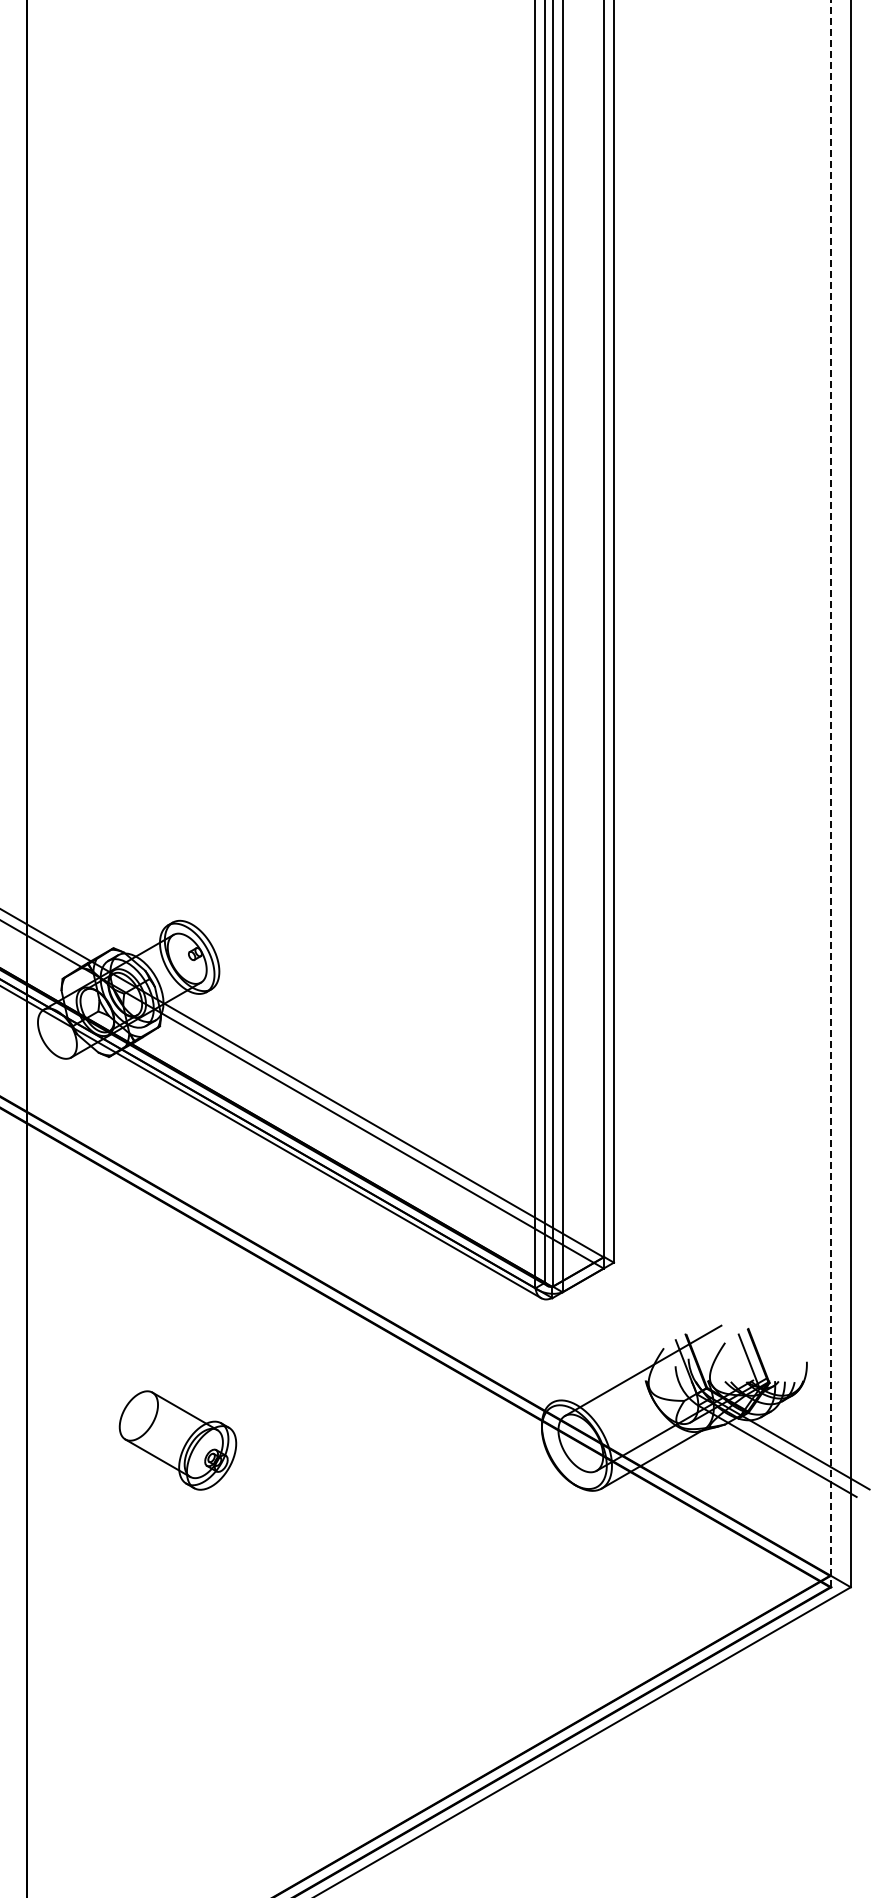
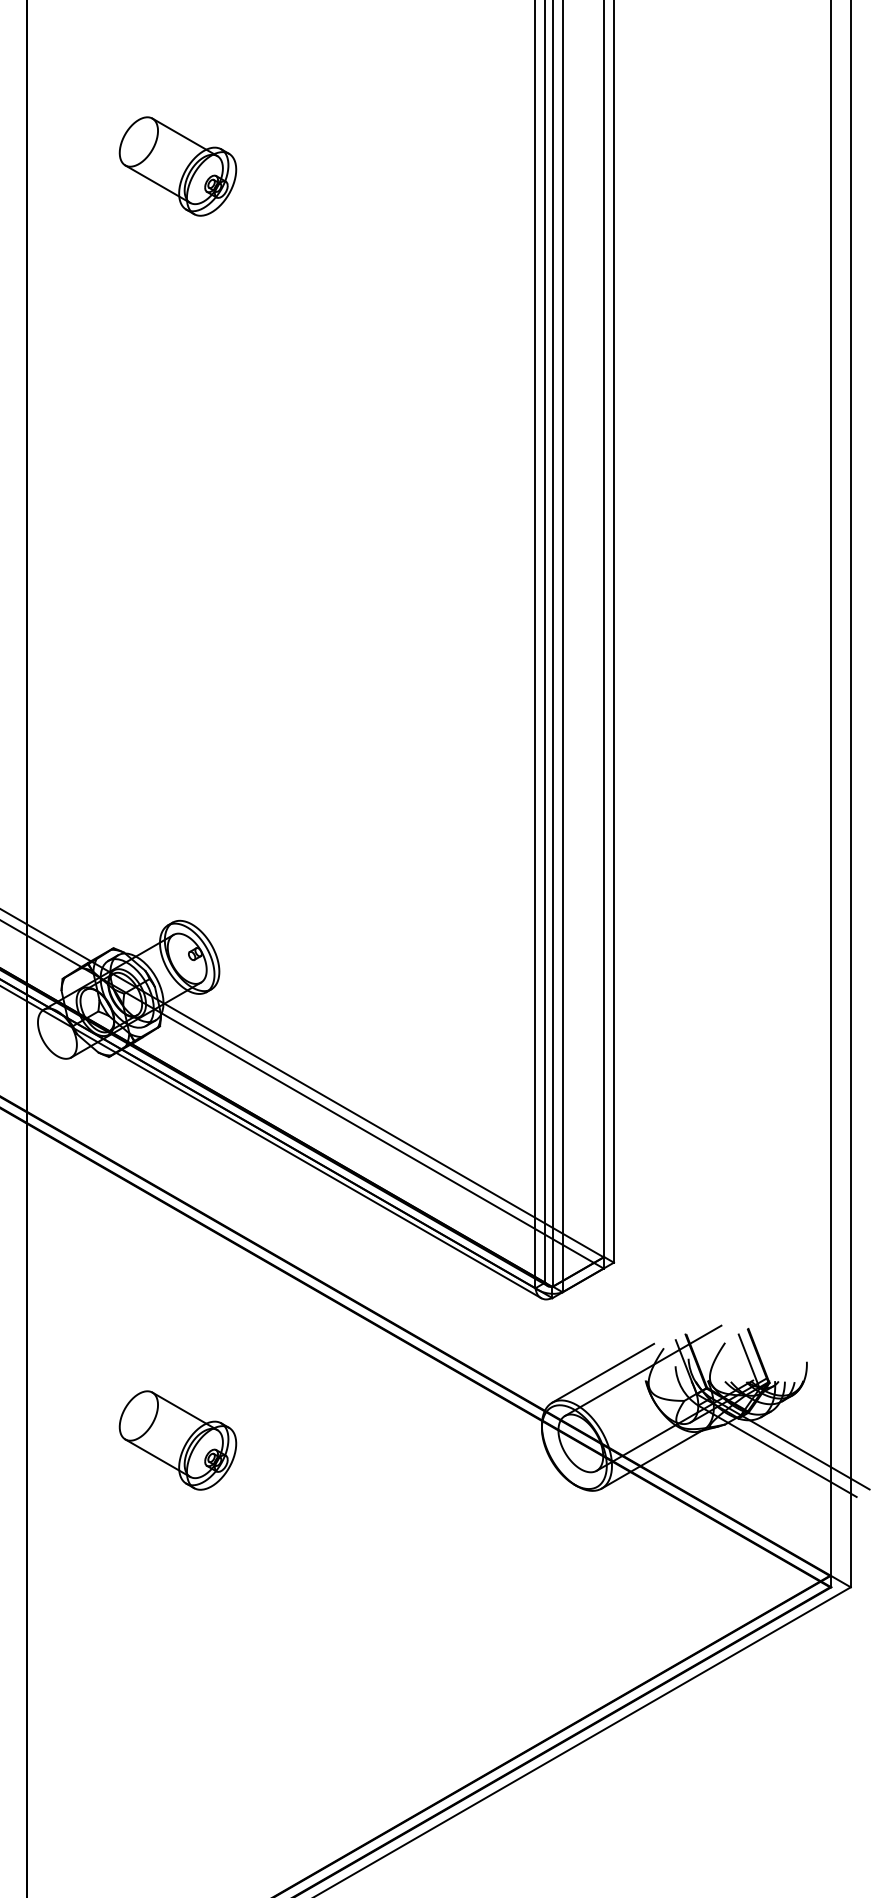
part at (177, 166): none -> present
line at (831, 793): dashed -> solid
line at (603, 1372): none -> present
